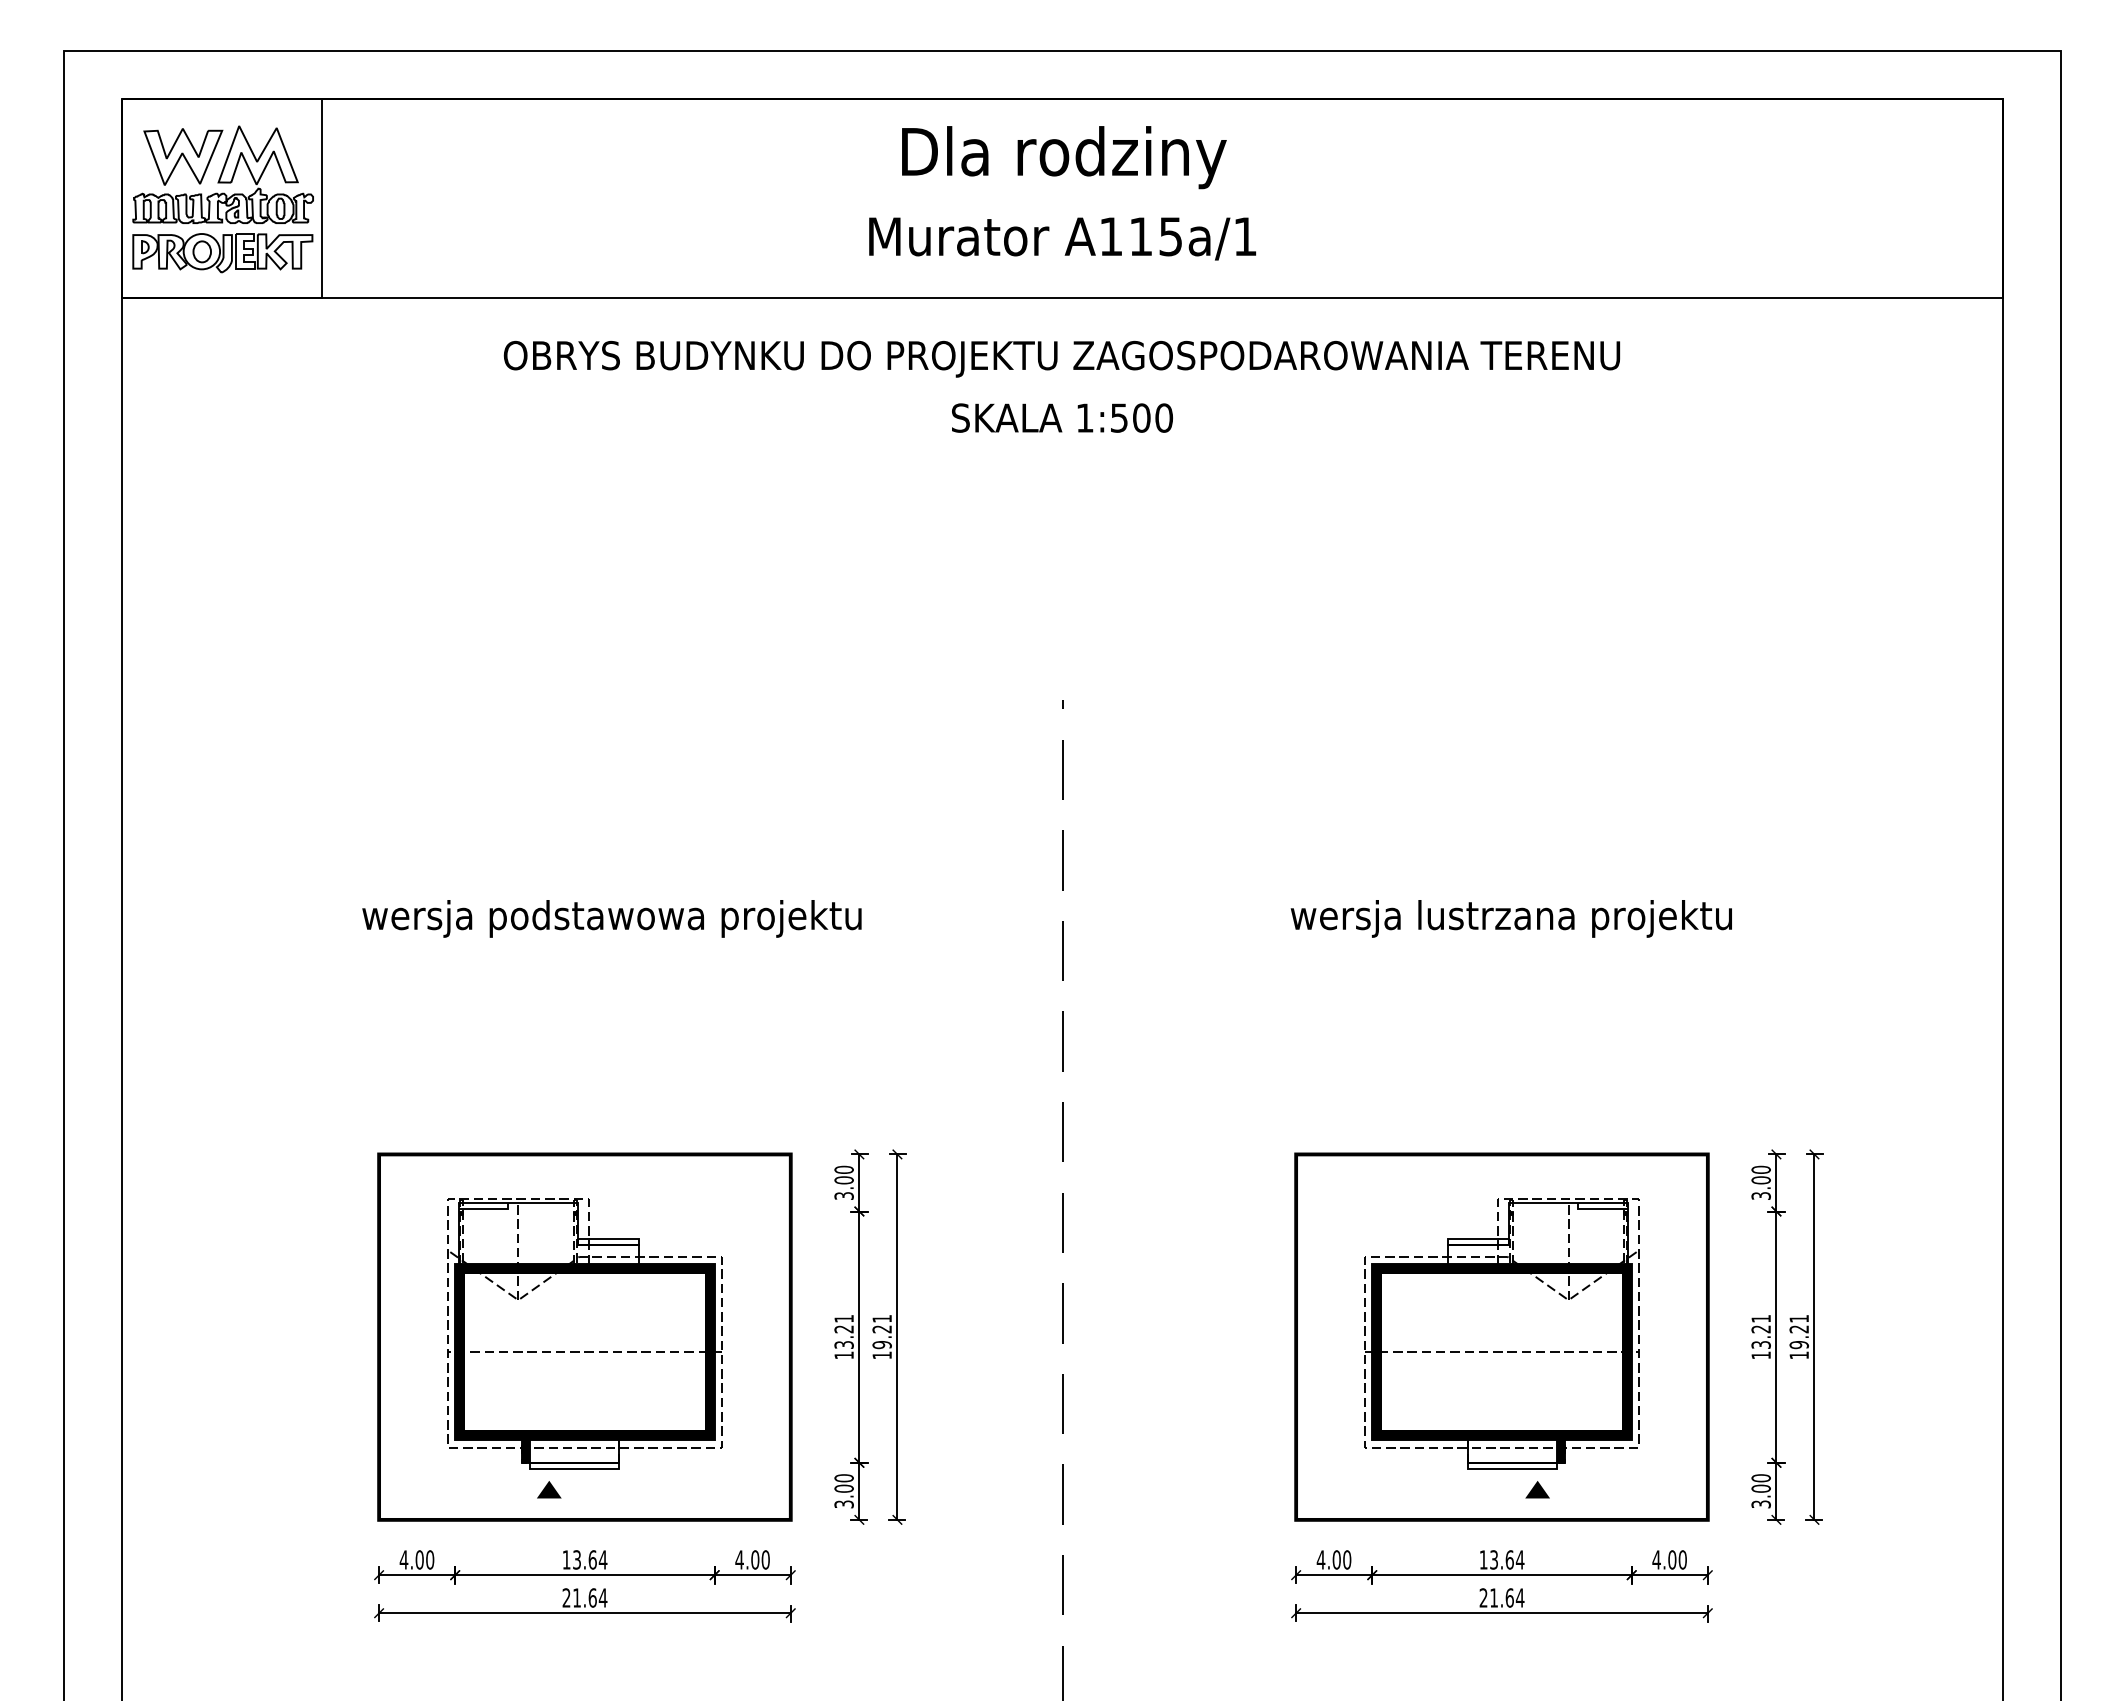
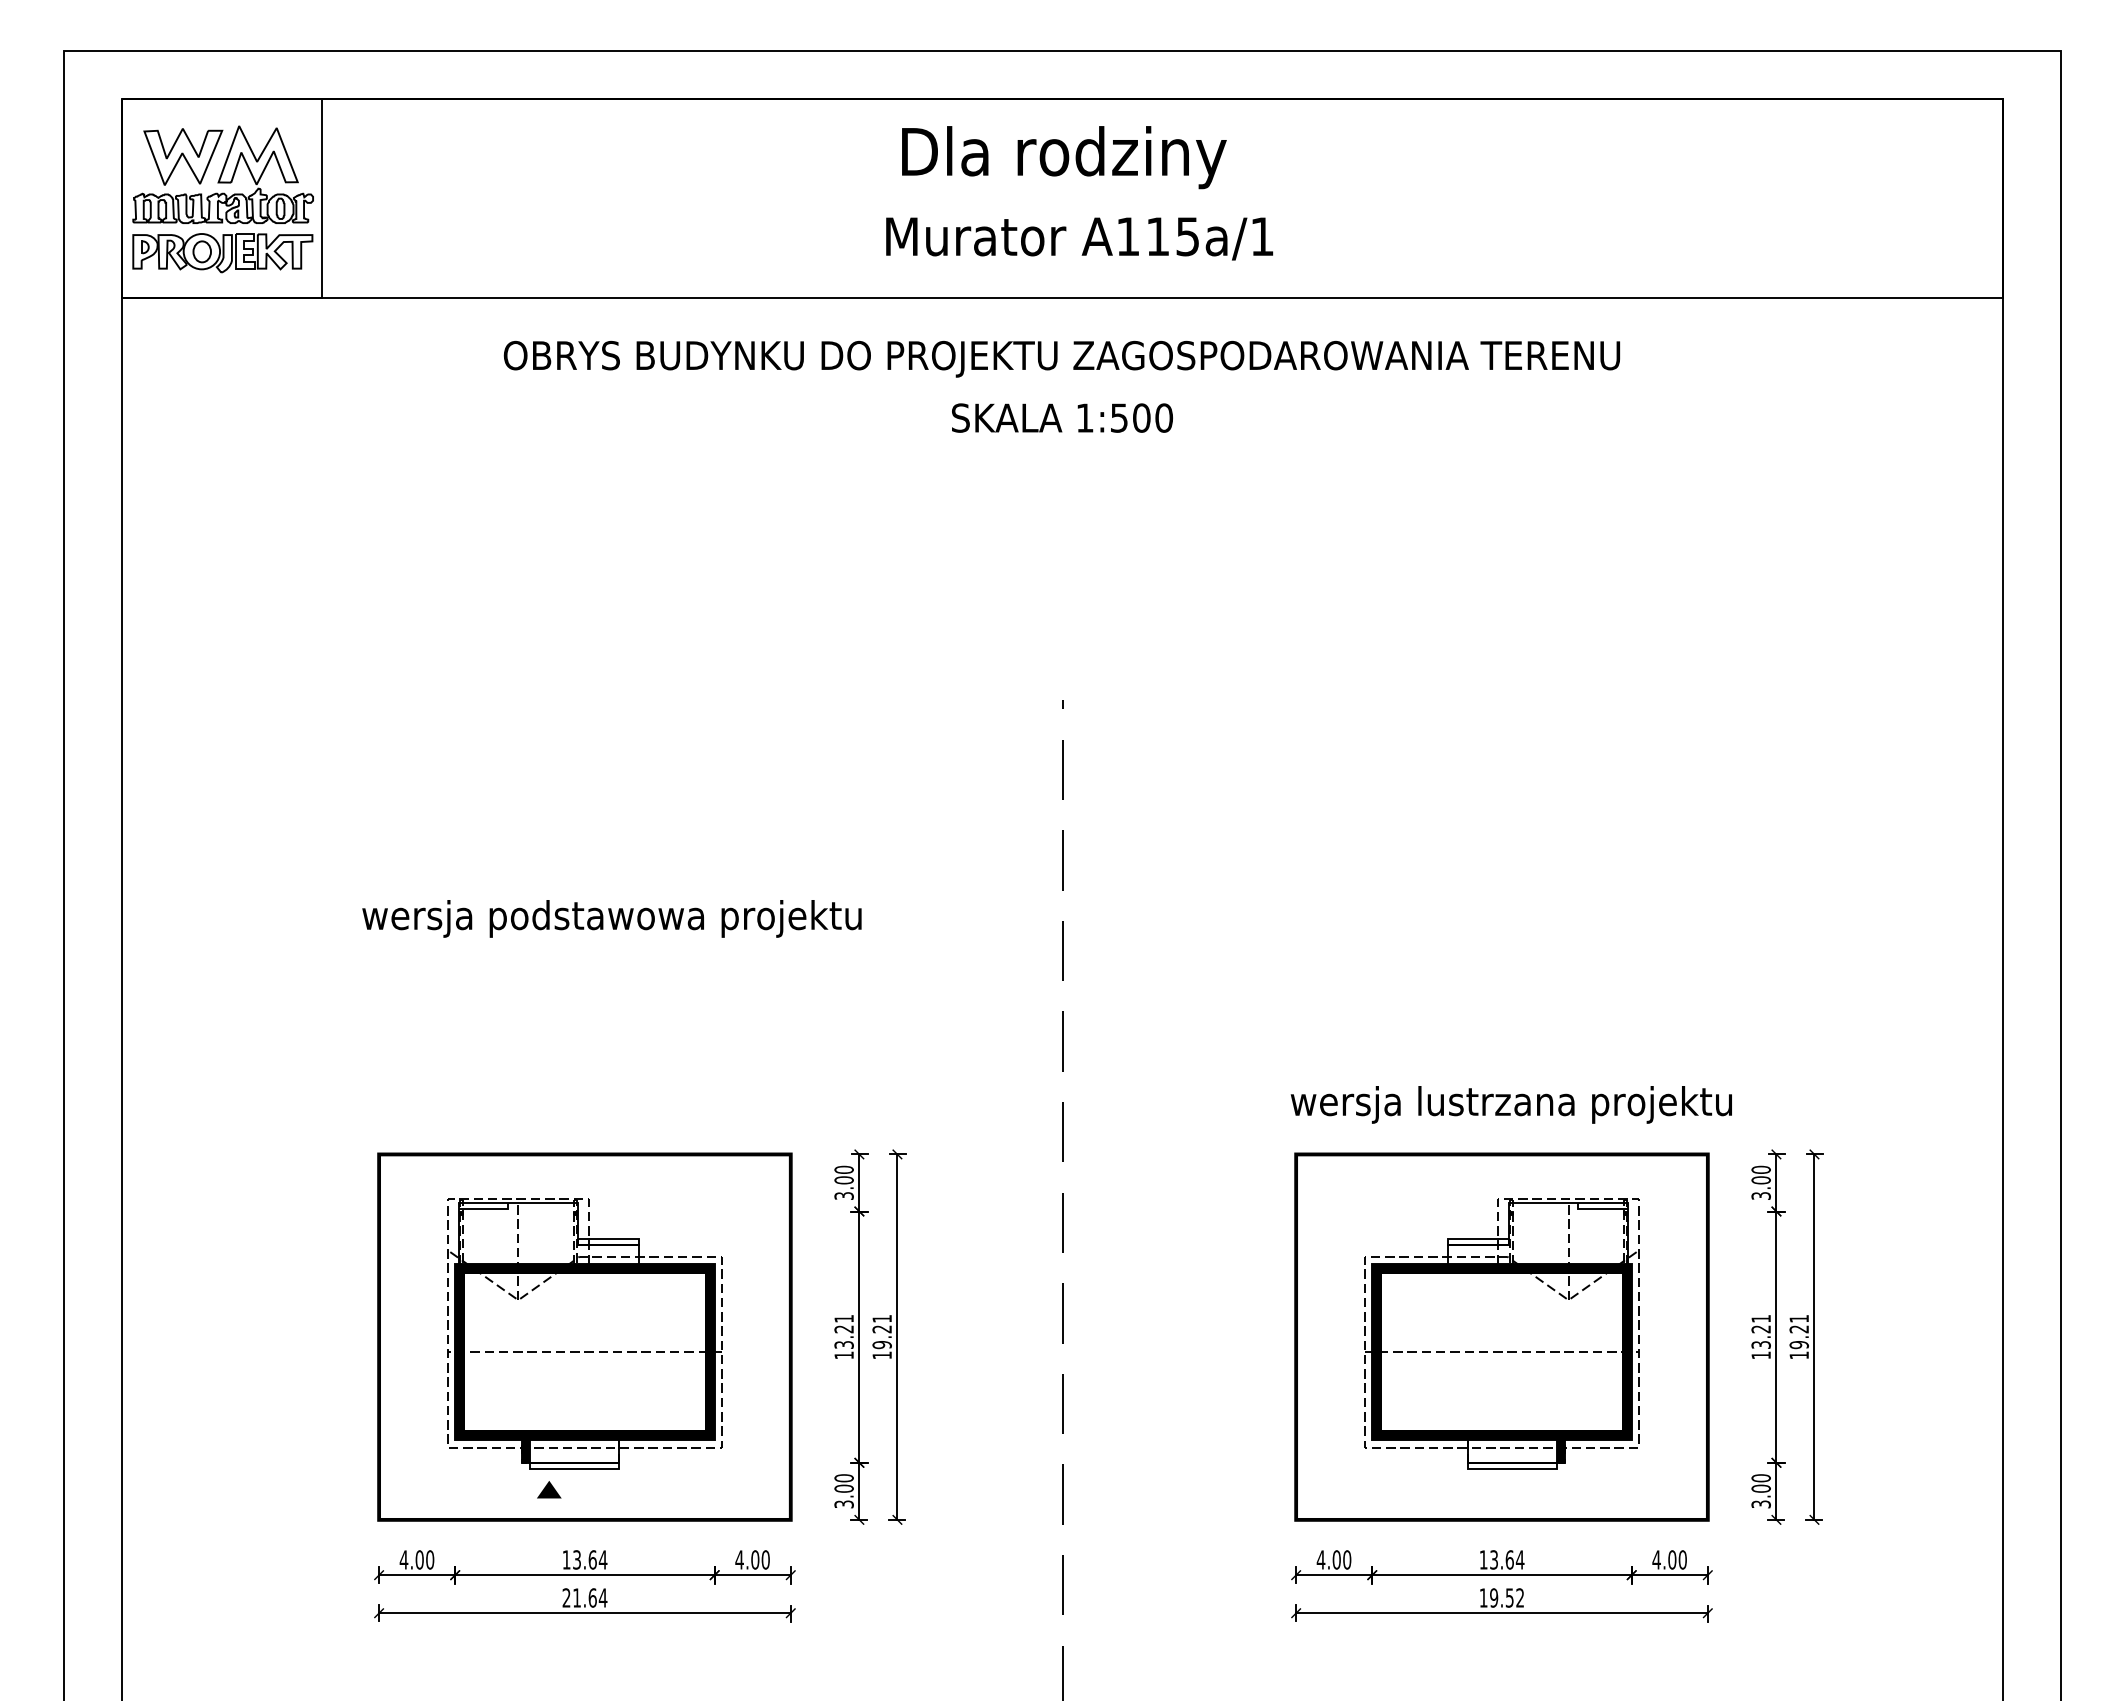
text at (1062, 238) position: (1062, 238) -> (1079, 238)
text at (1510, 918) position: (1510, 918) -> (1510, 1104)
fill at (1537, 1489): present -> none
text at (1501, 1597): 21.64 -> 19.52
